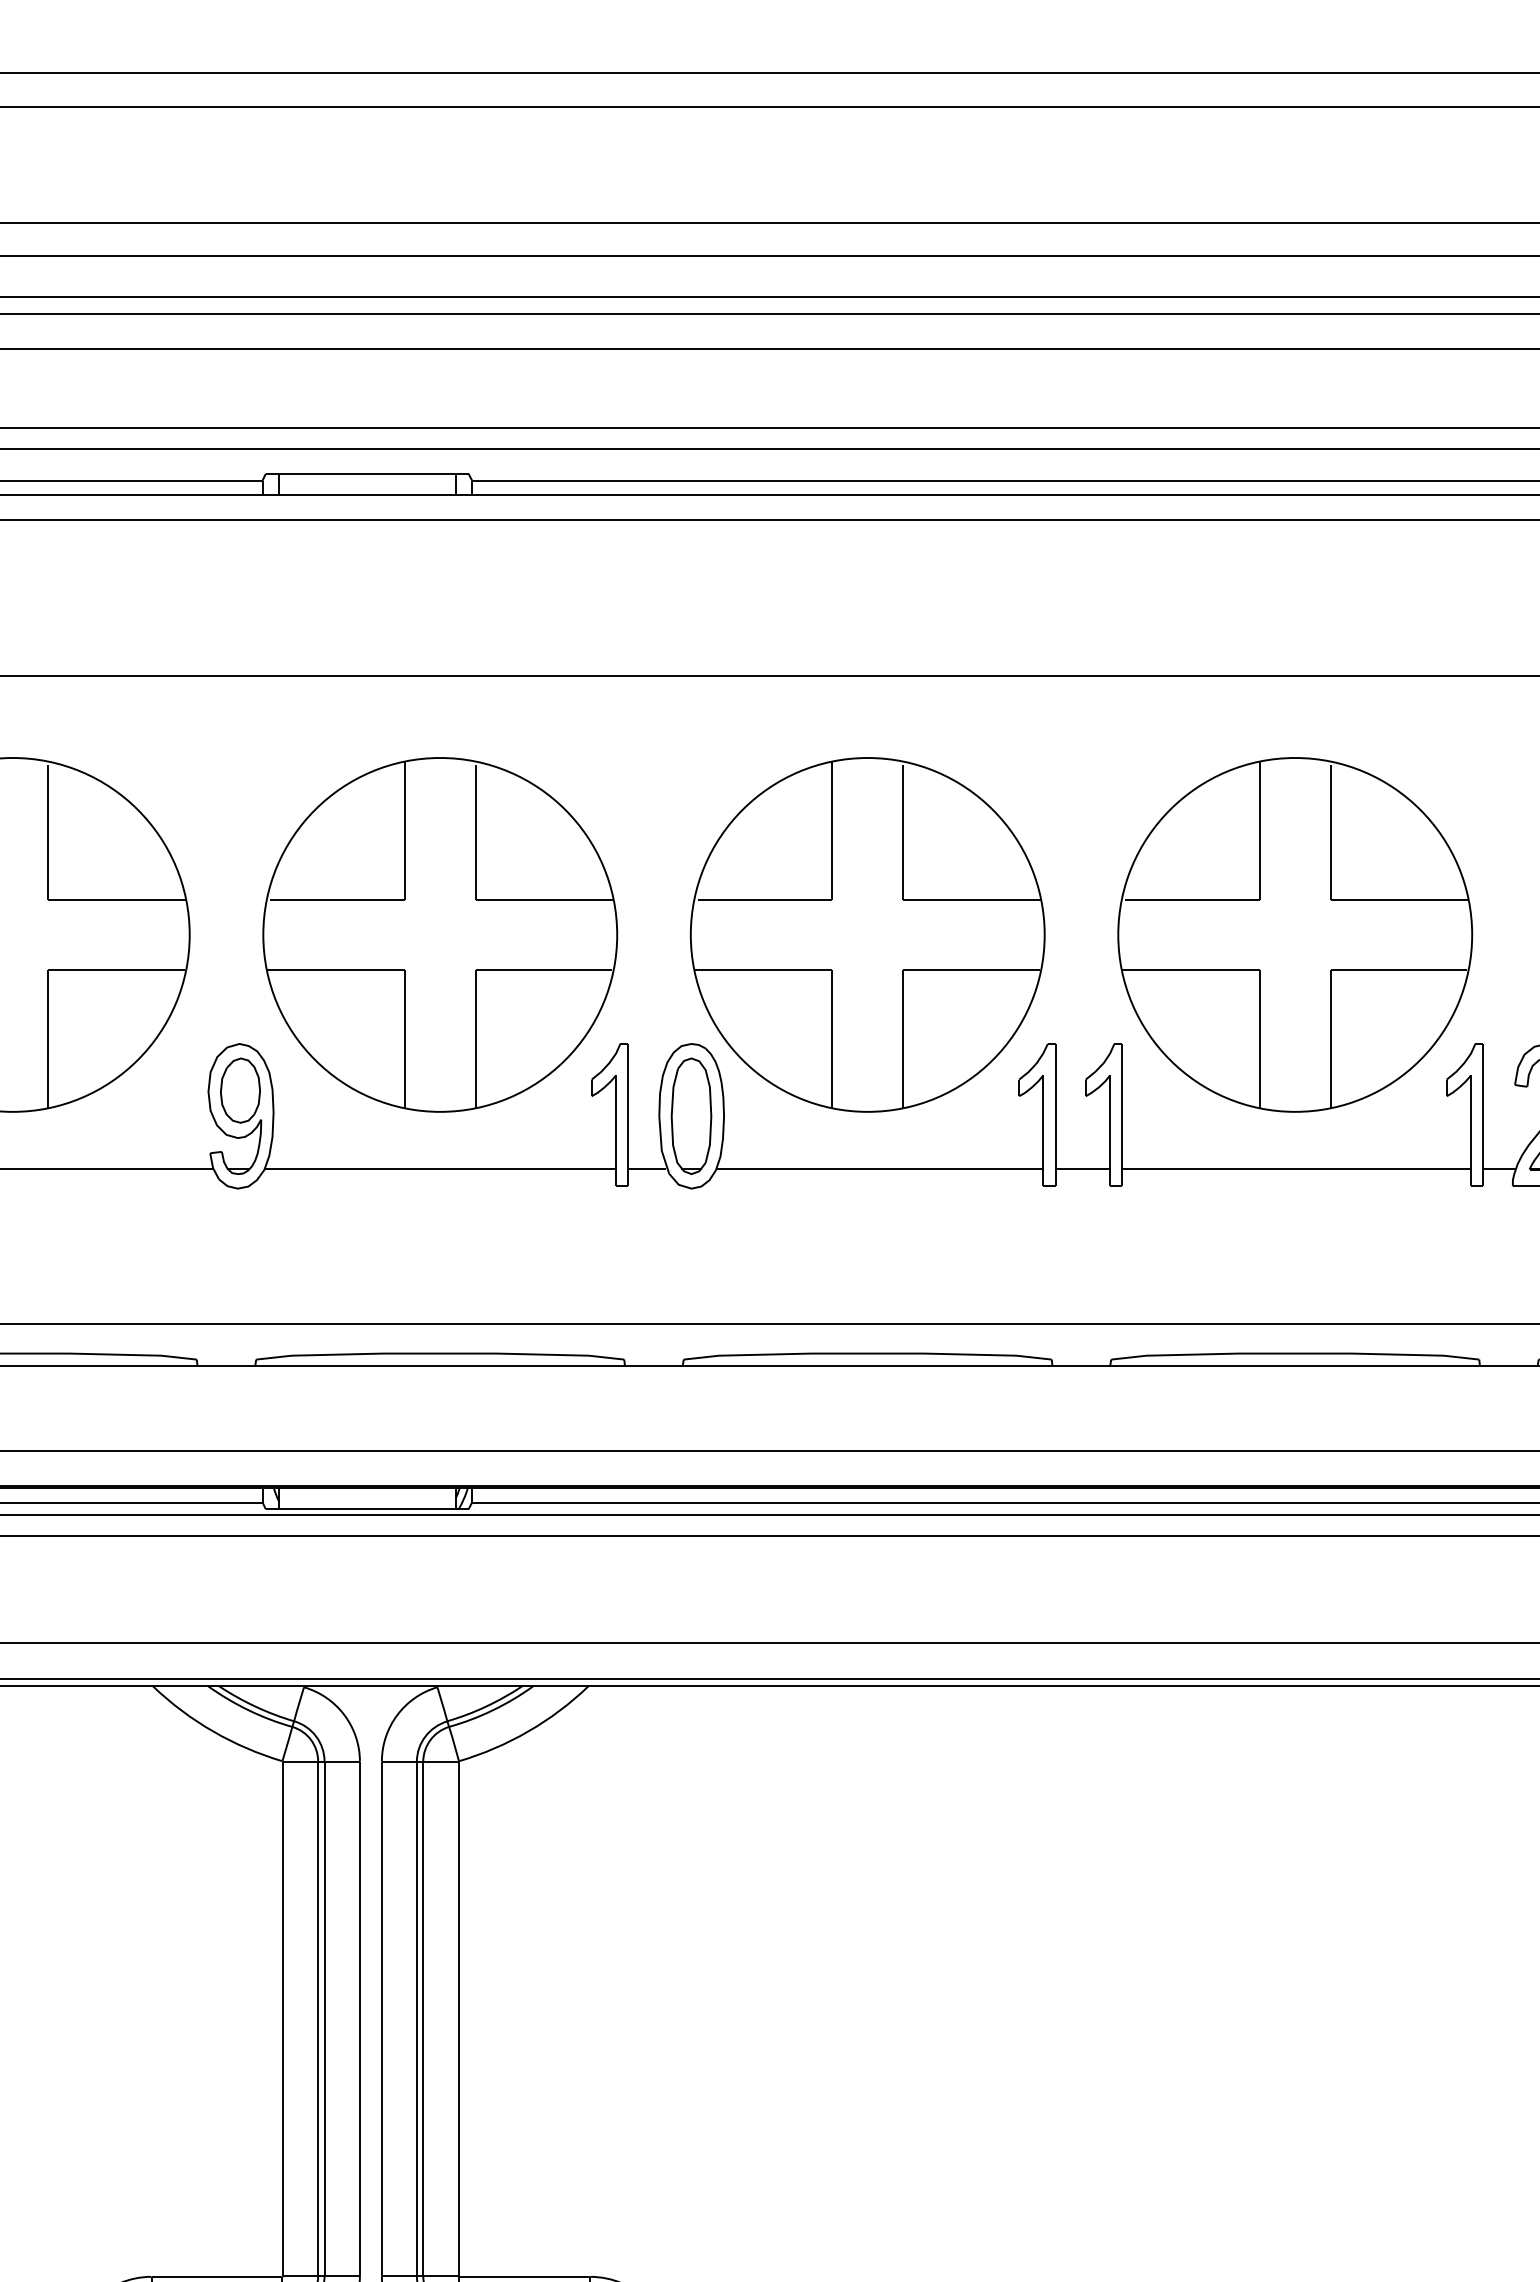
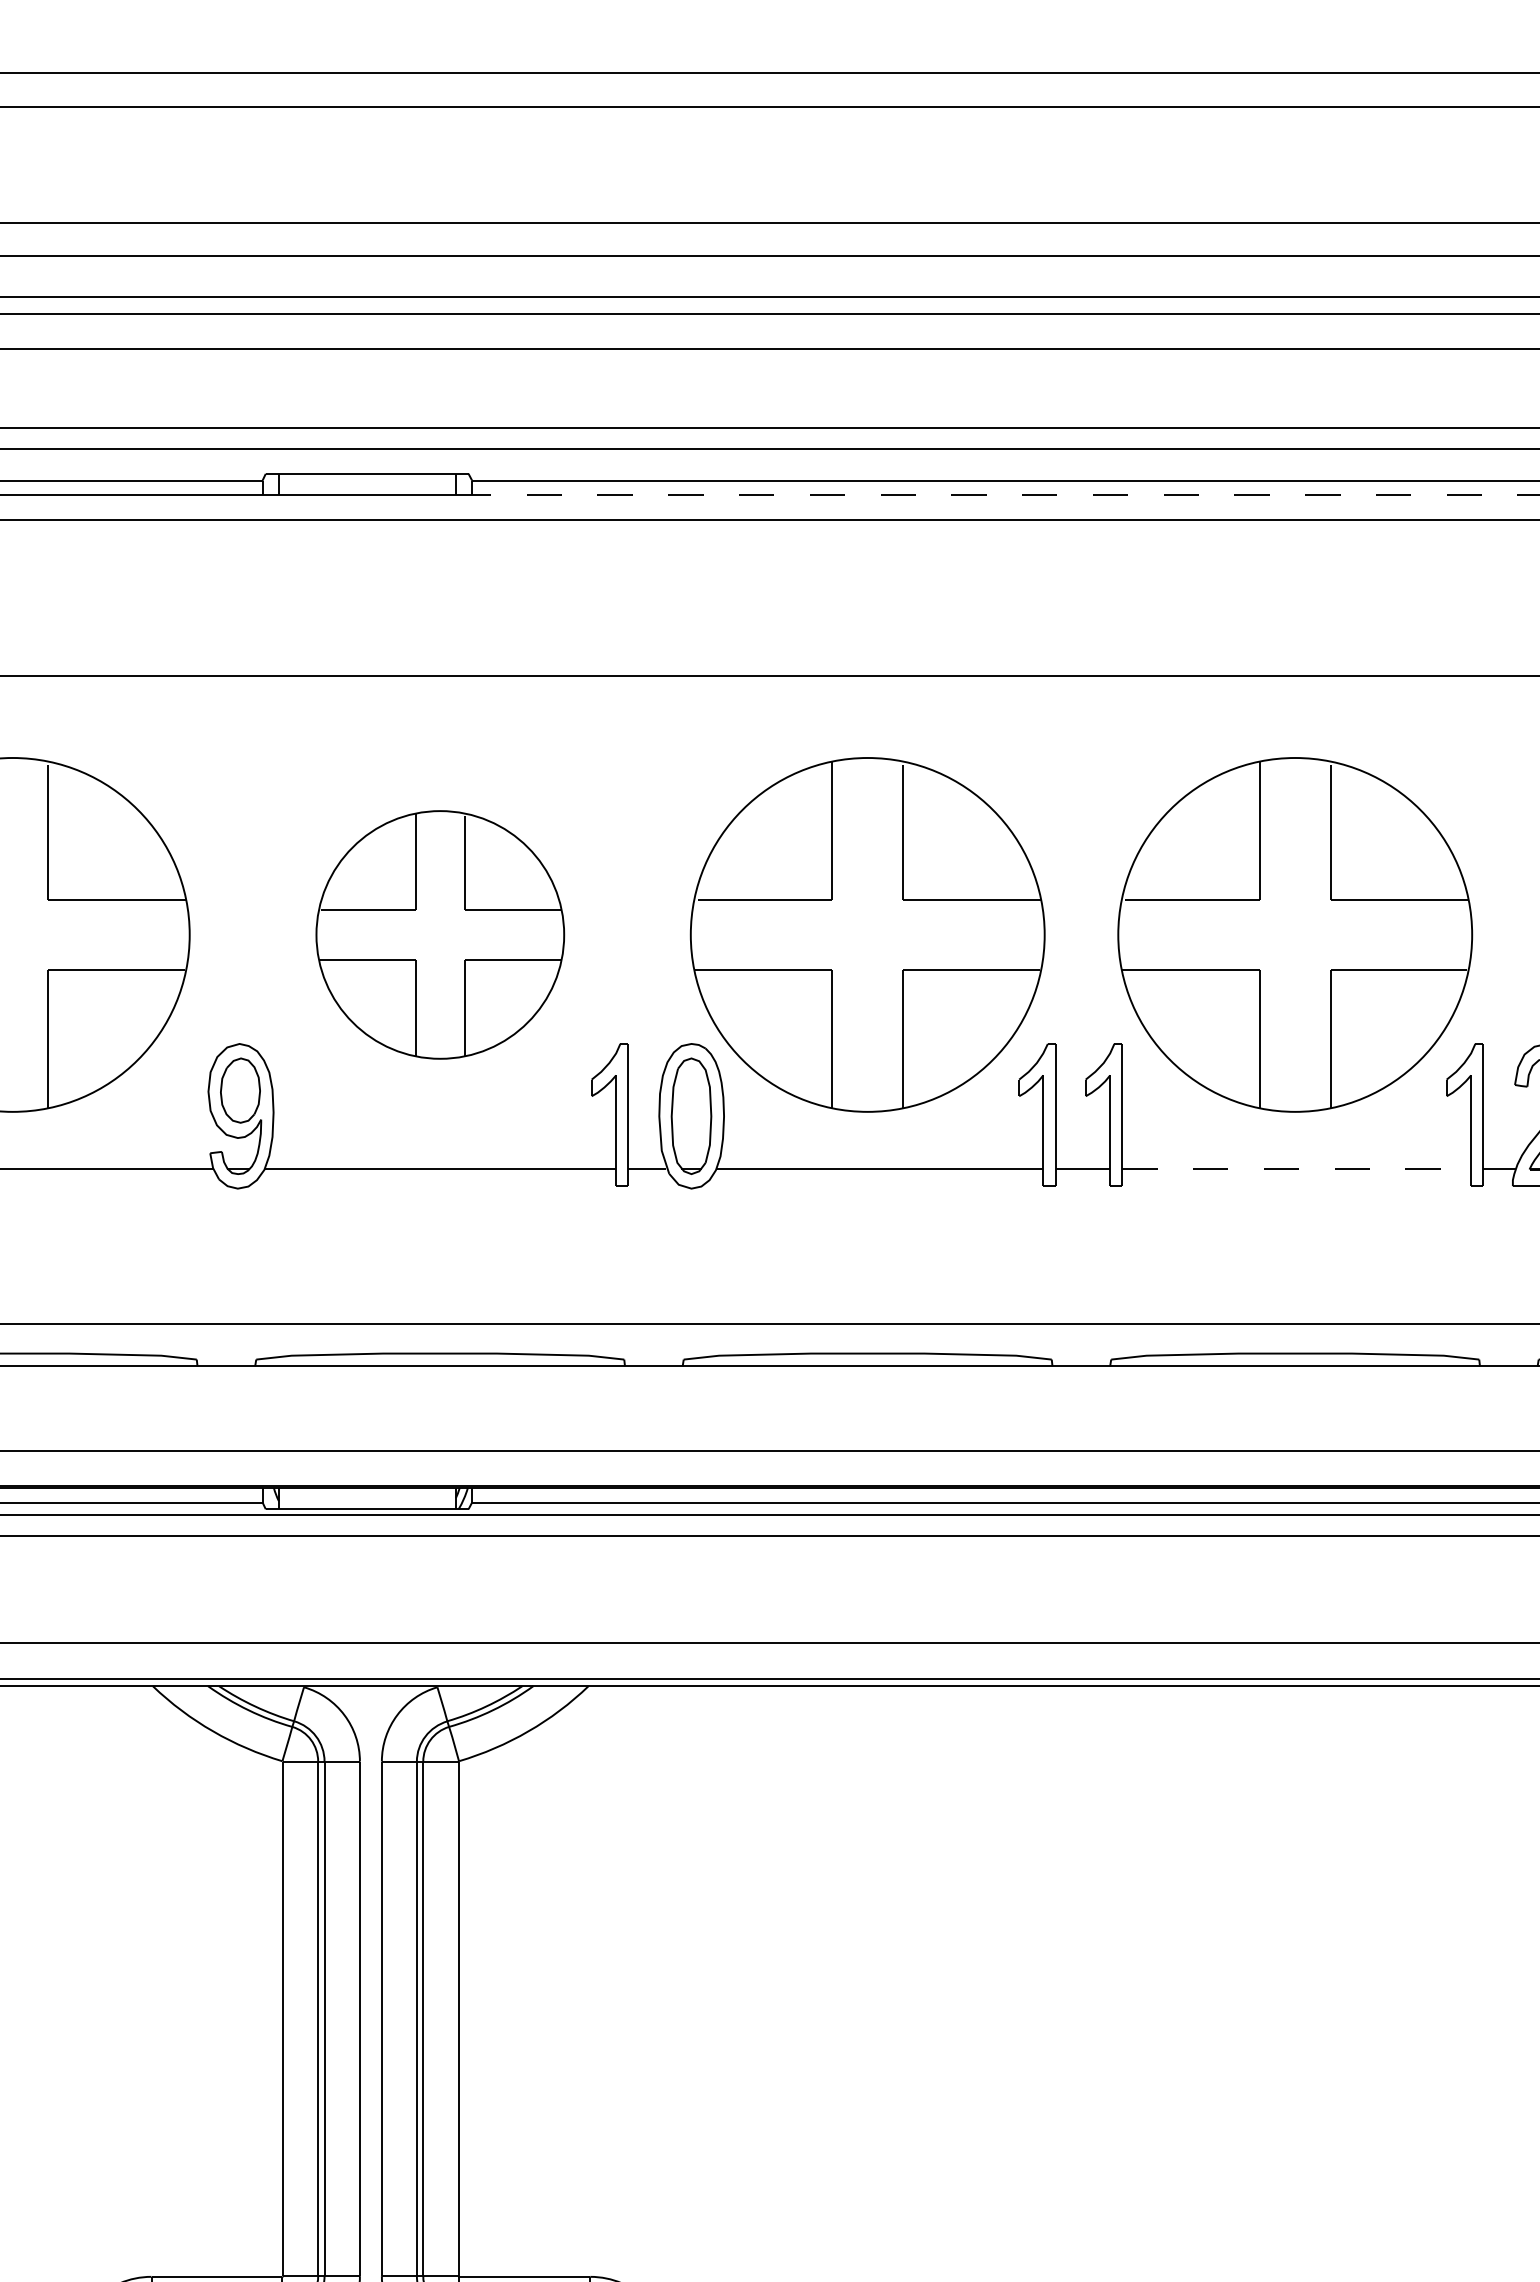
line at (997, 495): solid -> dashed
part at (440, 934) size: 357x356 px -> 251x250 px
line at (1297, 1168): solid -> dashed
